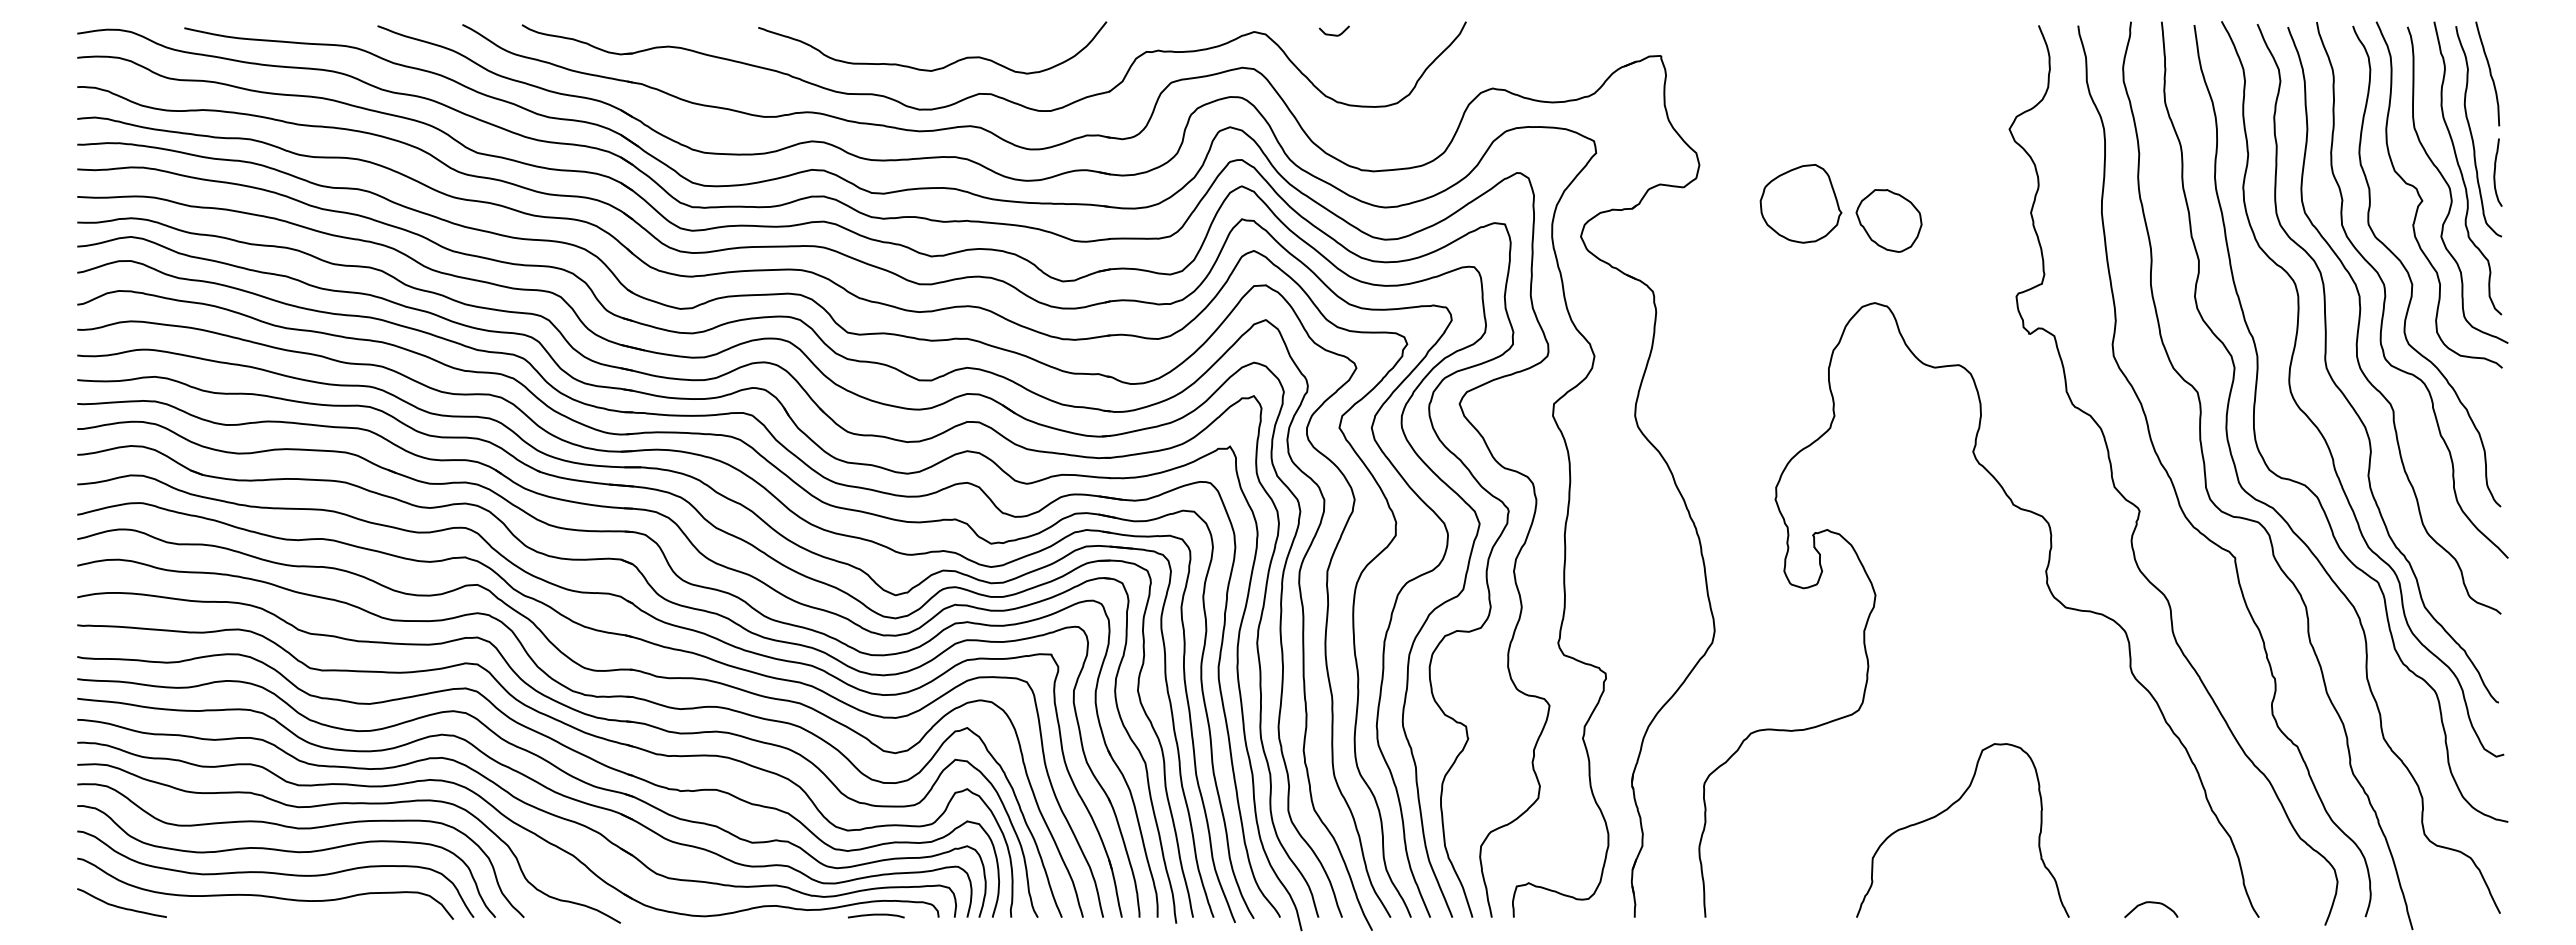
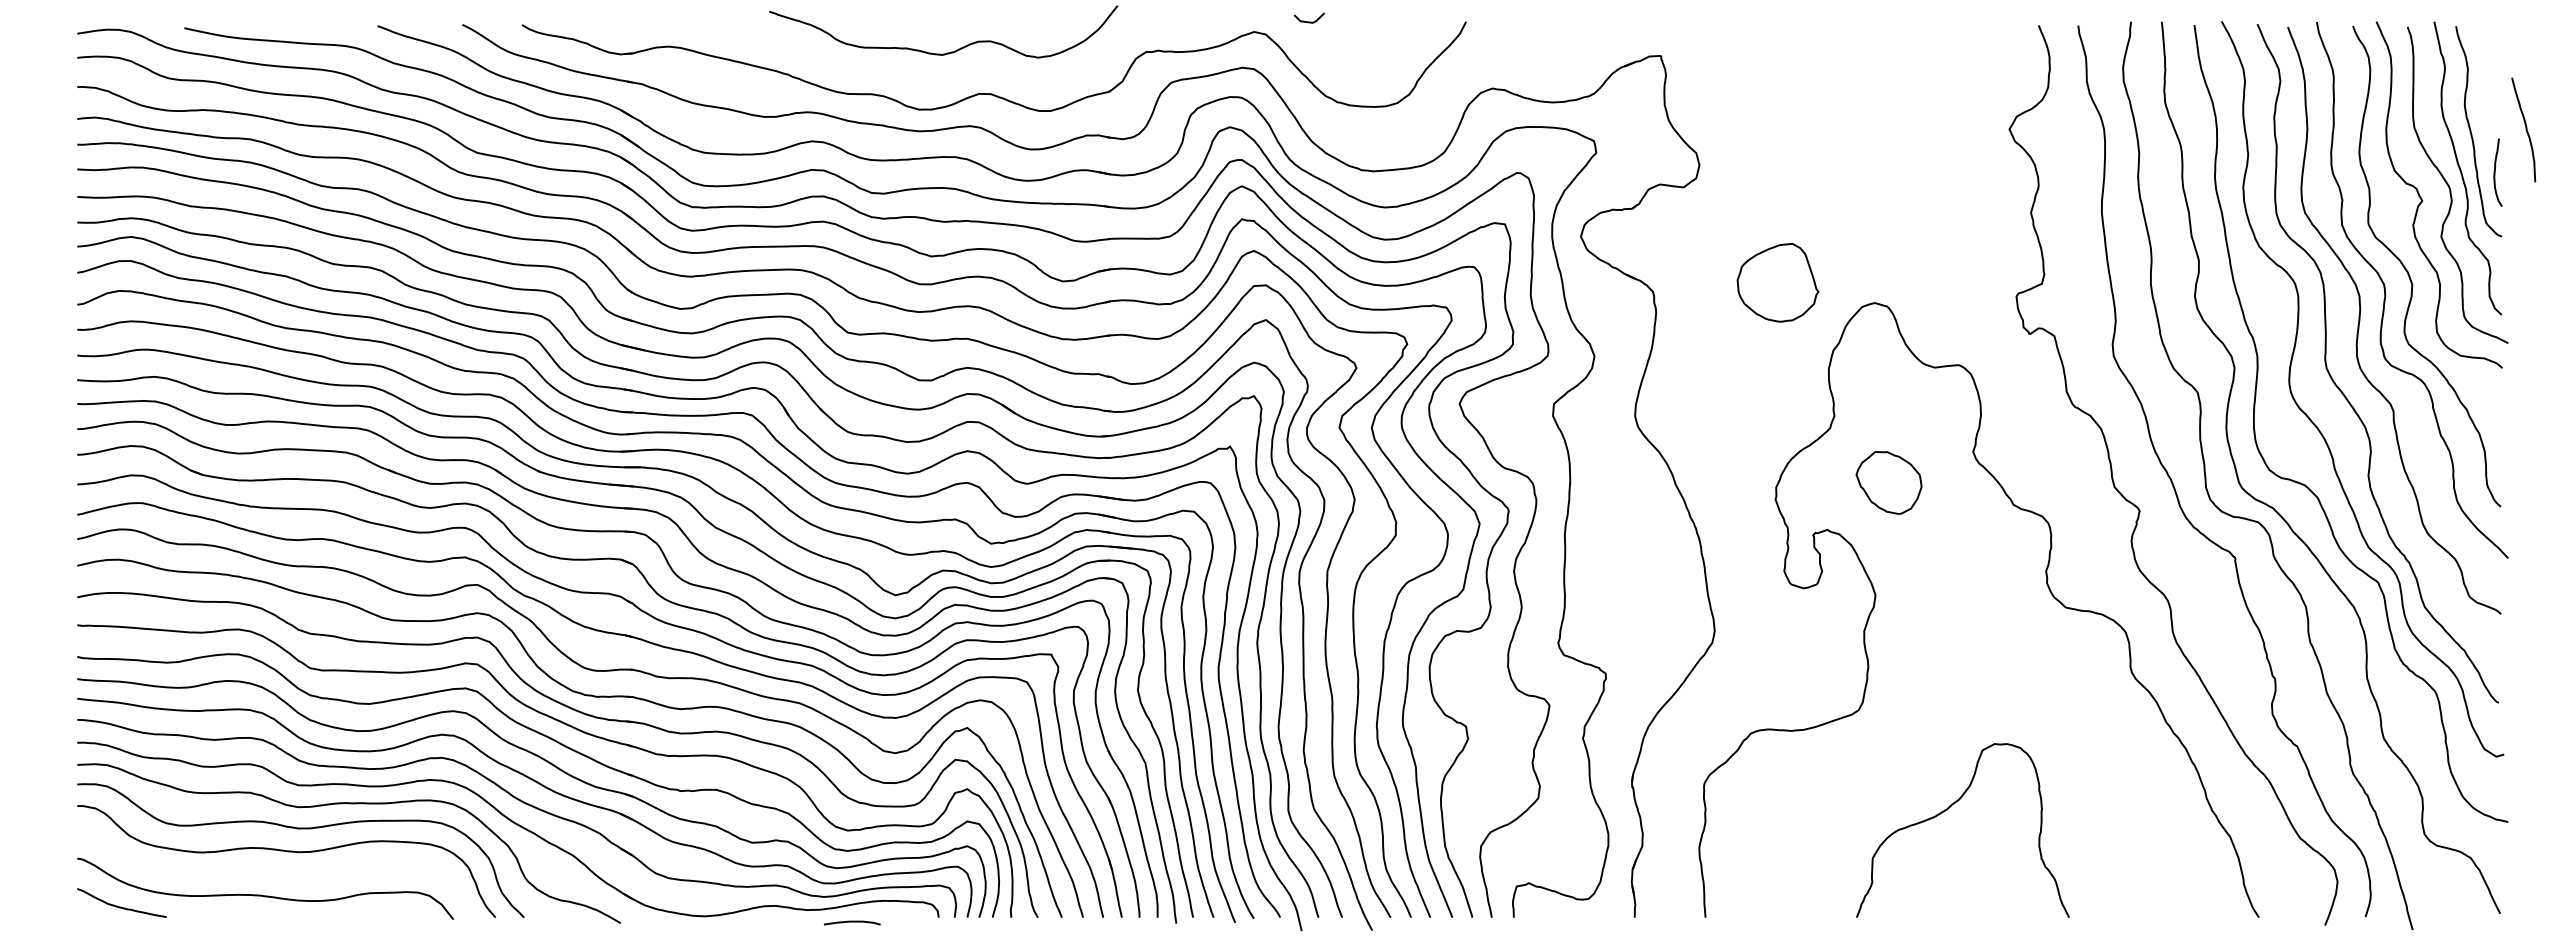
curve at (1333, 34) position: (1333, 34) -> (1308, 21)
curve at (936, 68) position: (936, 68) -> (947, 52)
curve at (2489, 73) position: (2489, 73) -> (2525, 129)
part at (1800, 203) position: (1800, 203) -> (1777, 282)
part at (1888, 220) position: (1888, 220) -> (1888, 482)
curve at (275, 873): present -> none
curve at (2151, 903): present -> none
curve at (876, 915) position: (876, 915) -> (852, 922)
